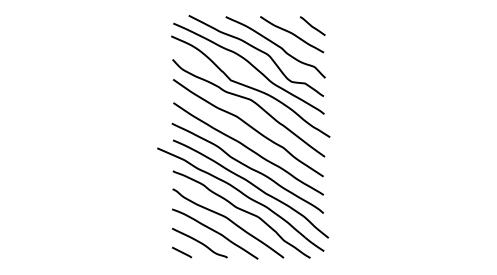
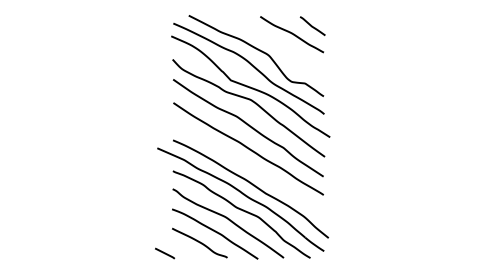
curve at (275, 45): present -> none
curve at (247, 167): present -> none
line at (182, 252) position: (182, 252) -> (165, 253)
